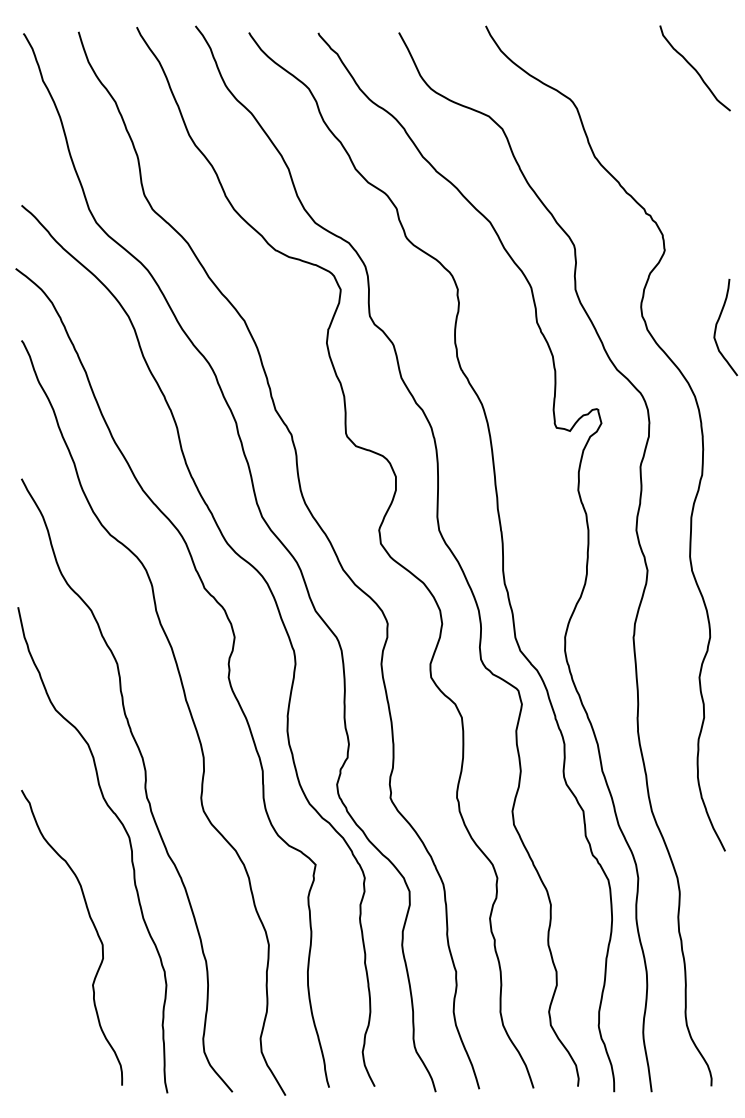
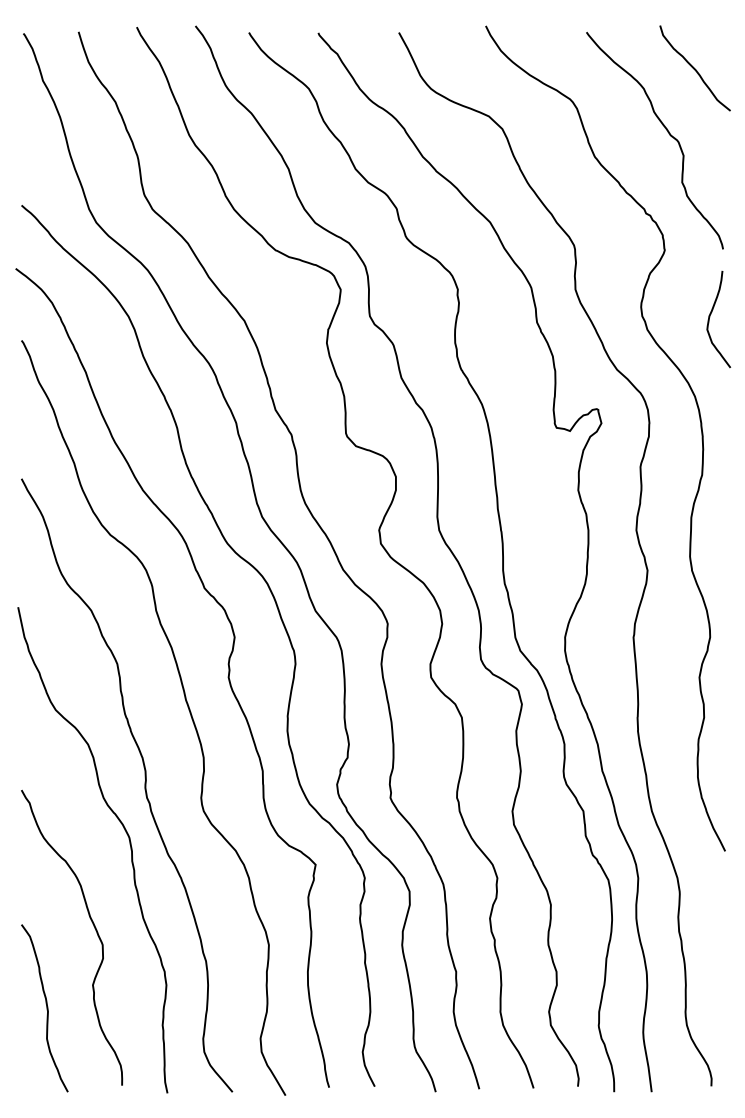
curve at (667, 132): none -> present
curve at (717, 325) position: (717, 325) -> (710, 317)
curve at (46, 1008): none -> present
